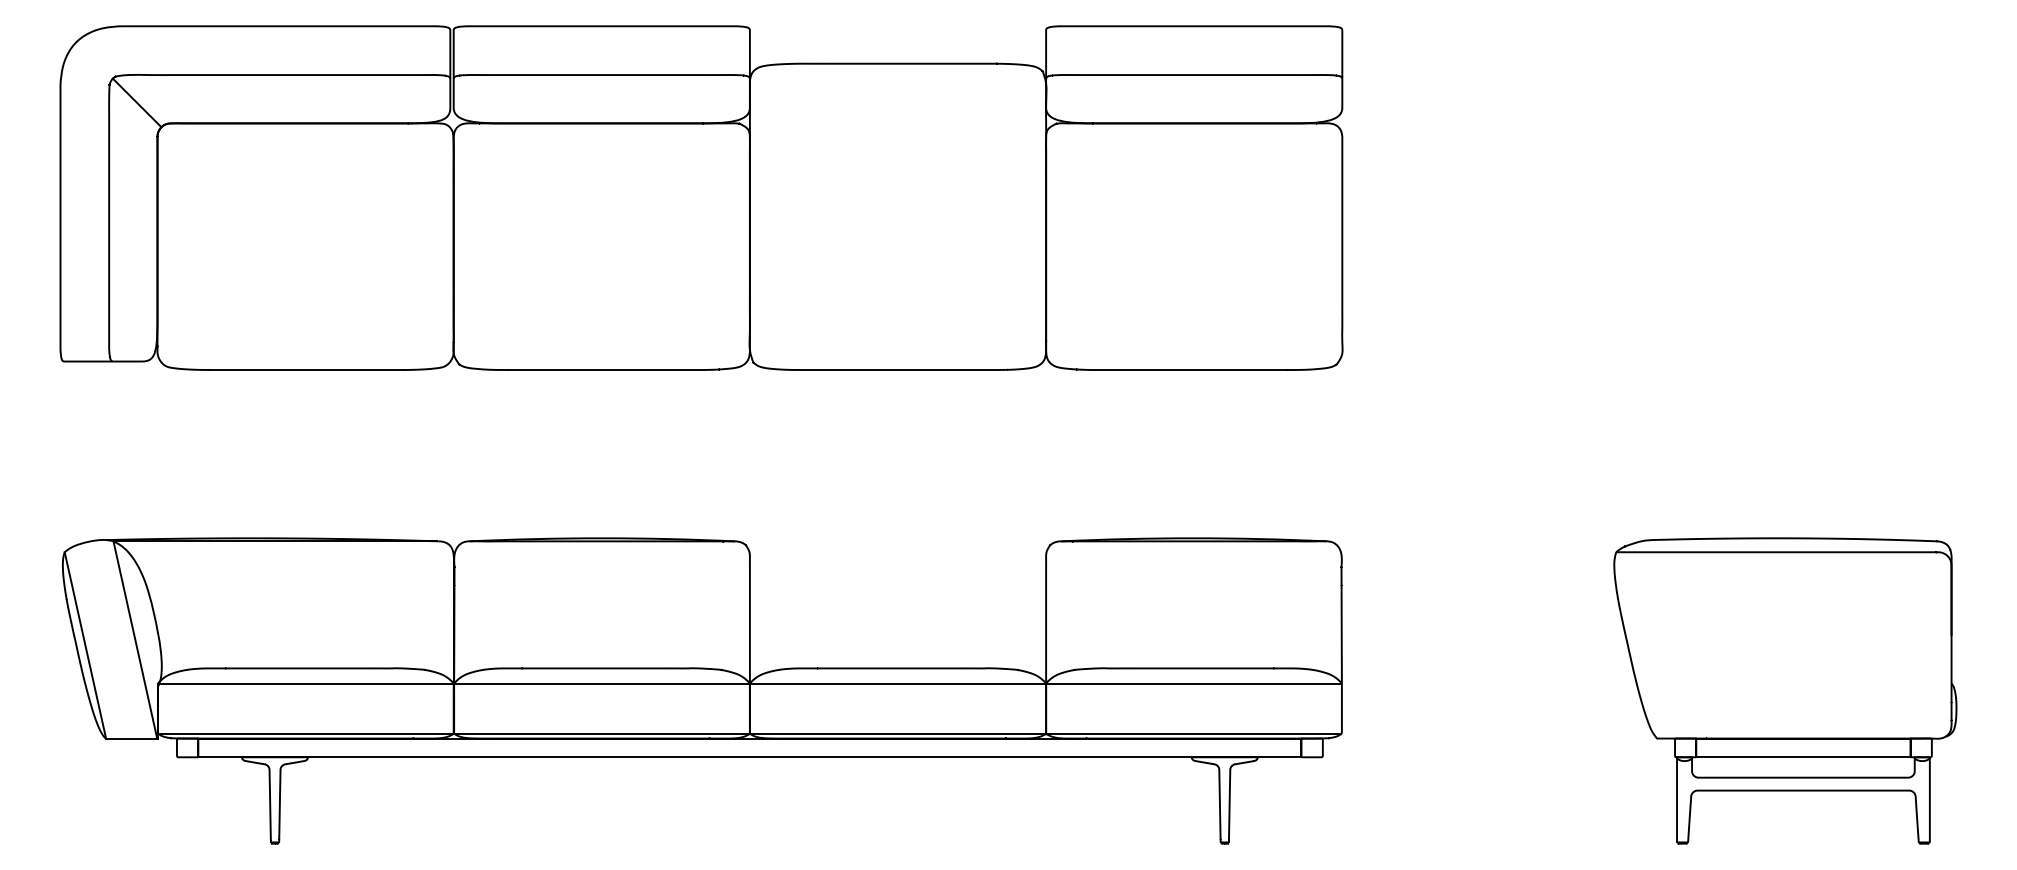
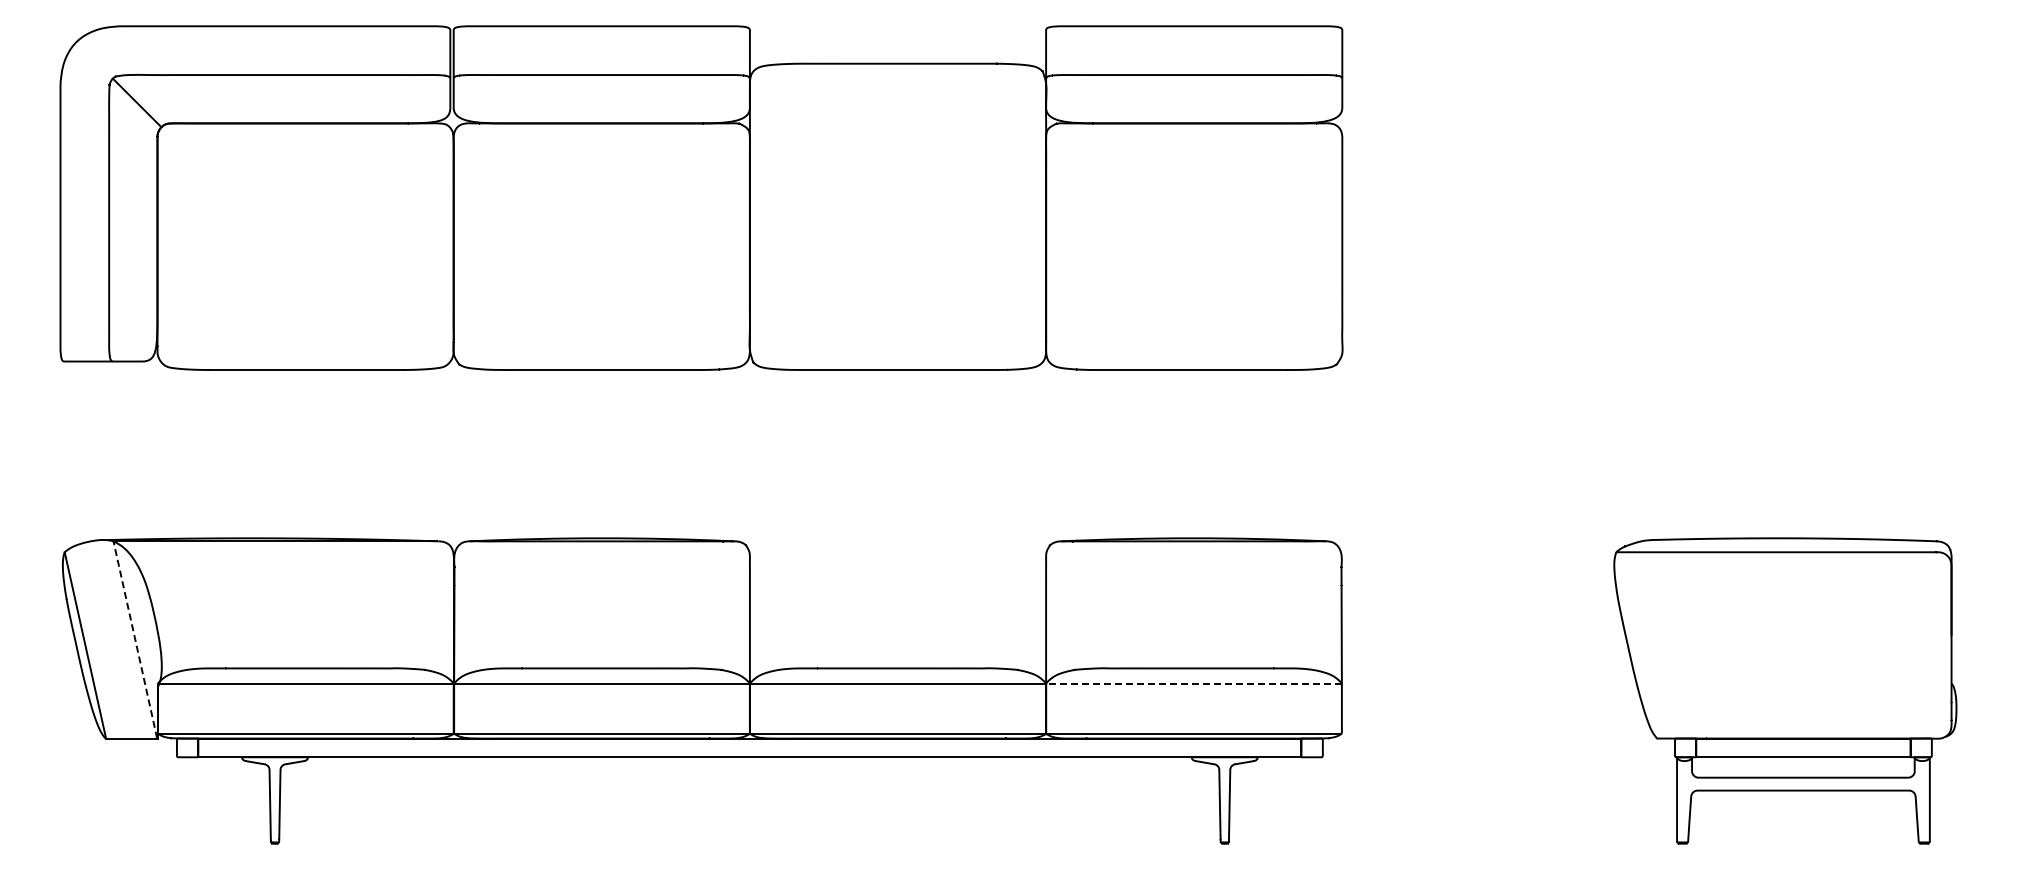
line at (135, 639): solid -> dashed
line at (1194, 683): solid -> dashed
